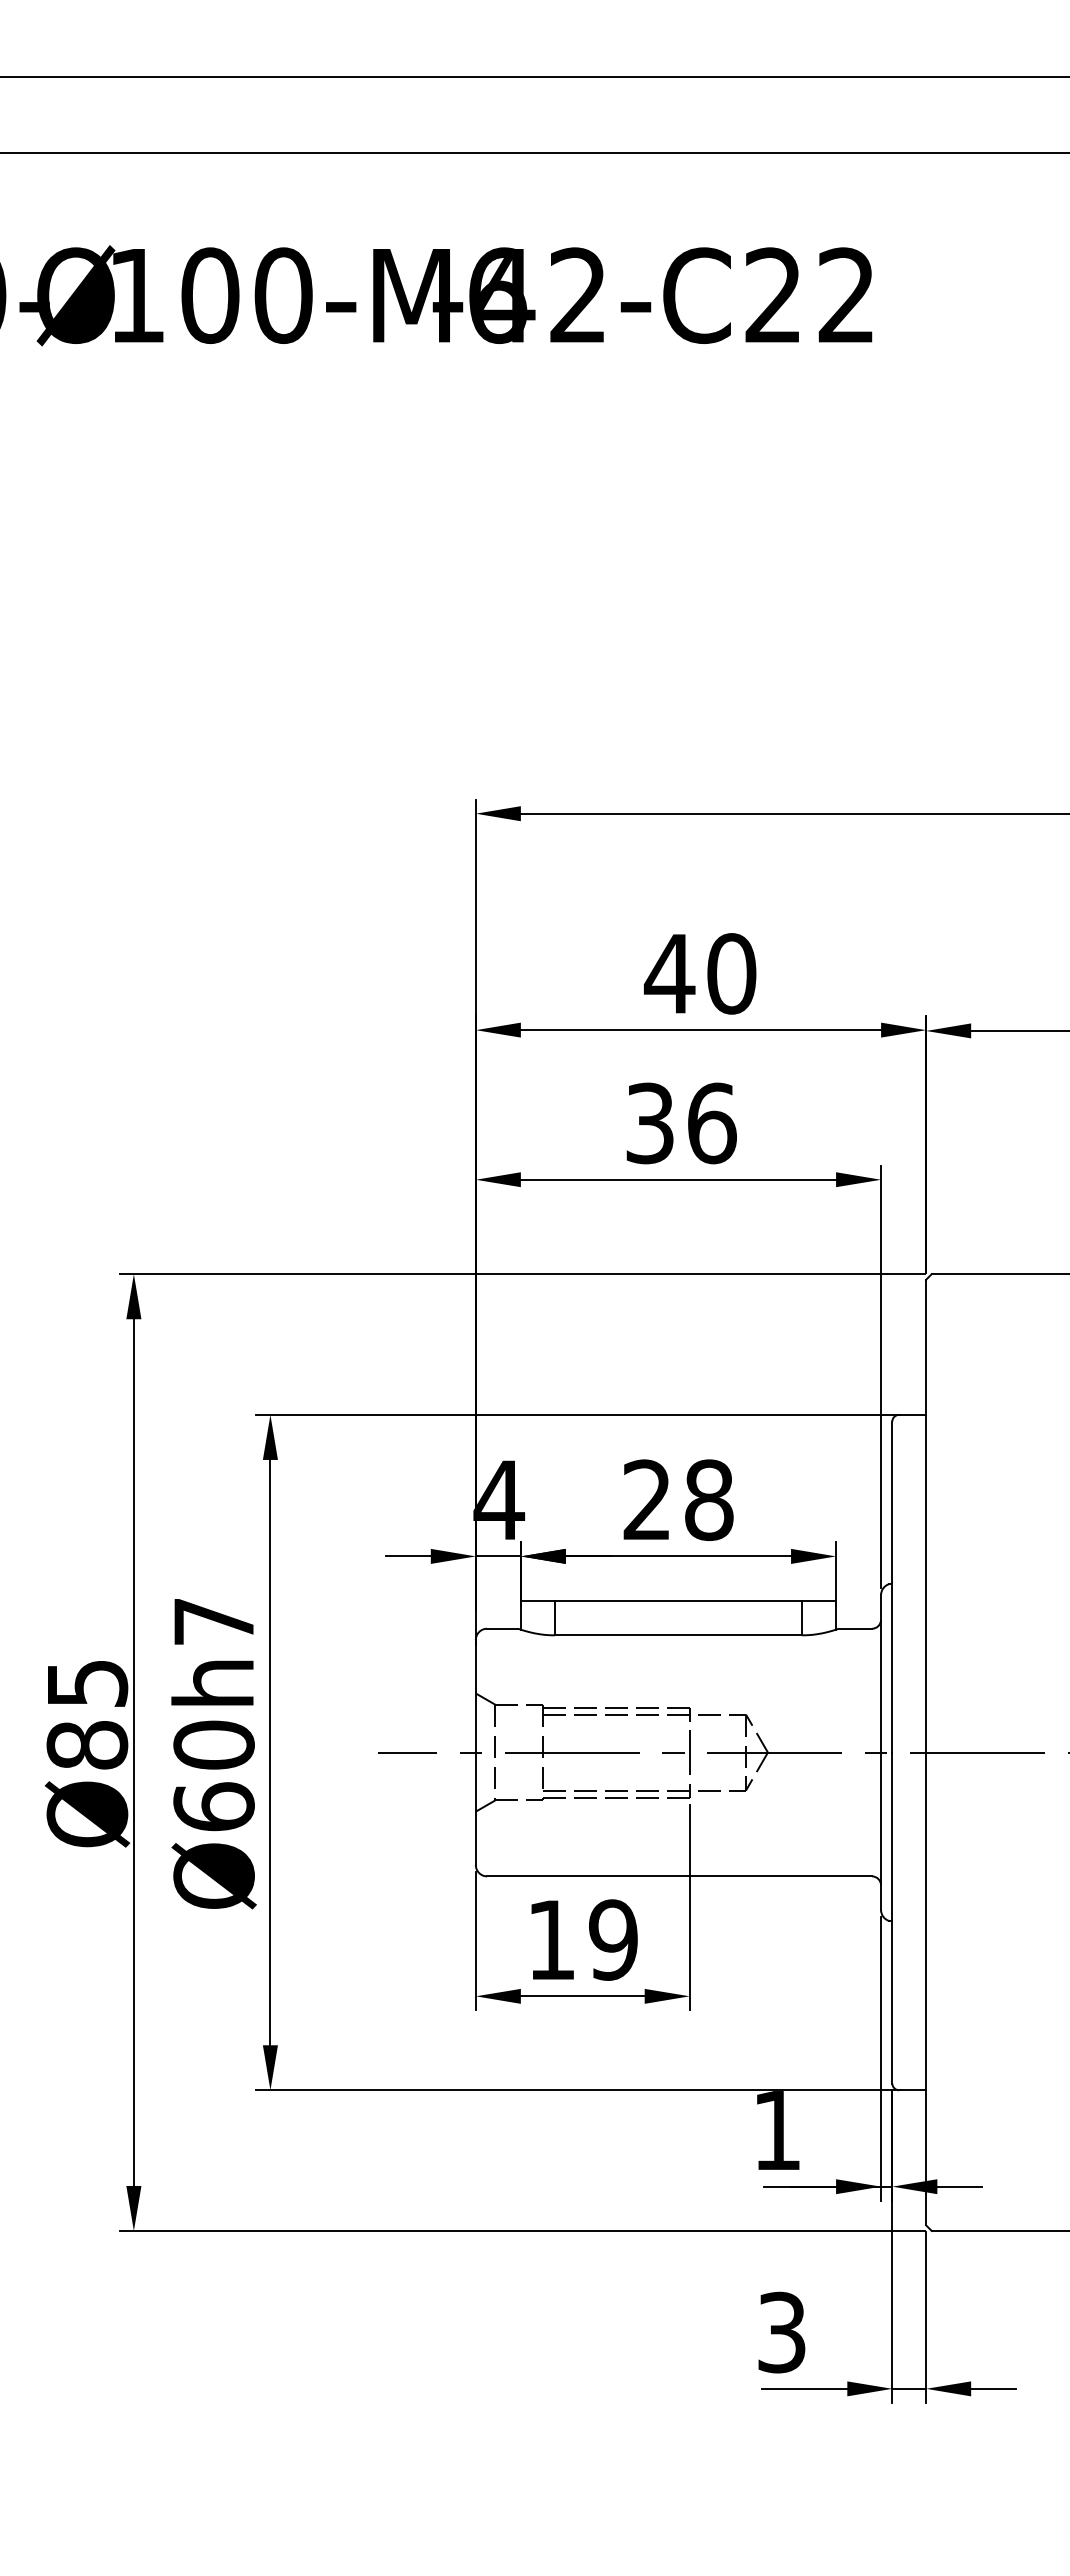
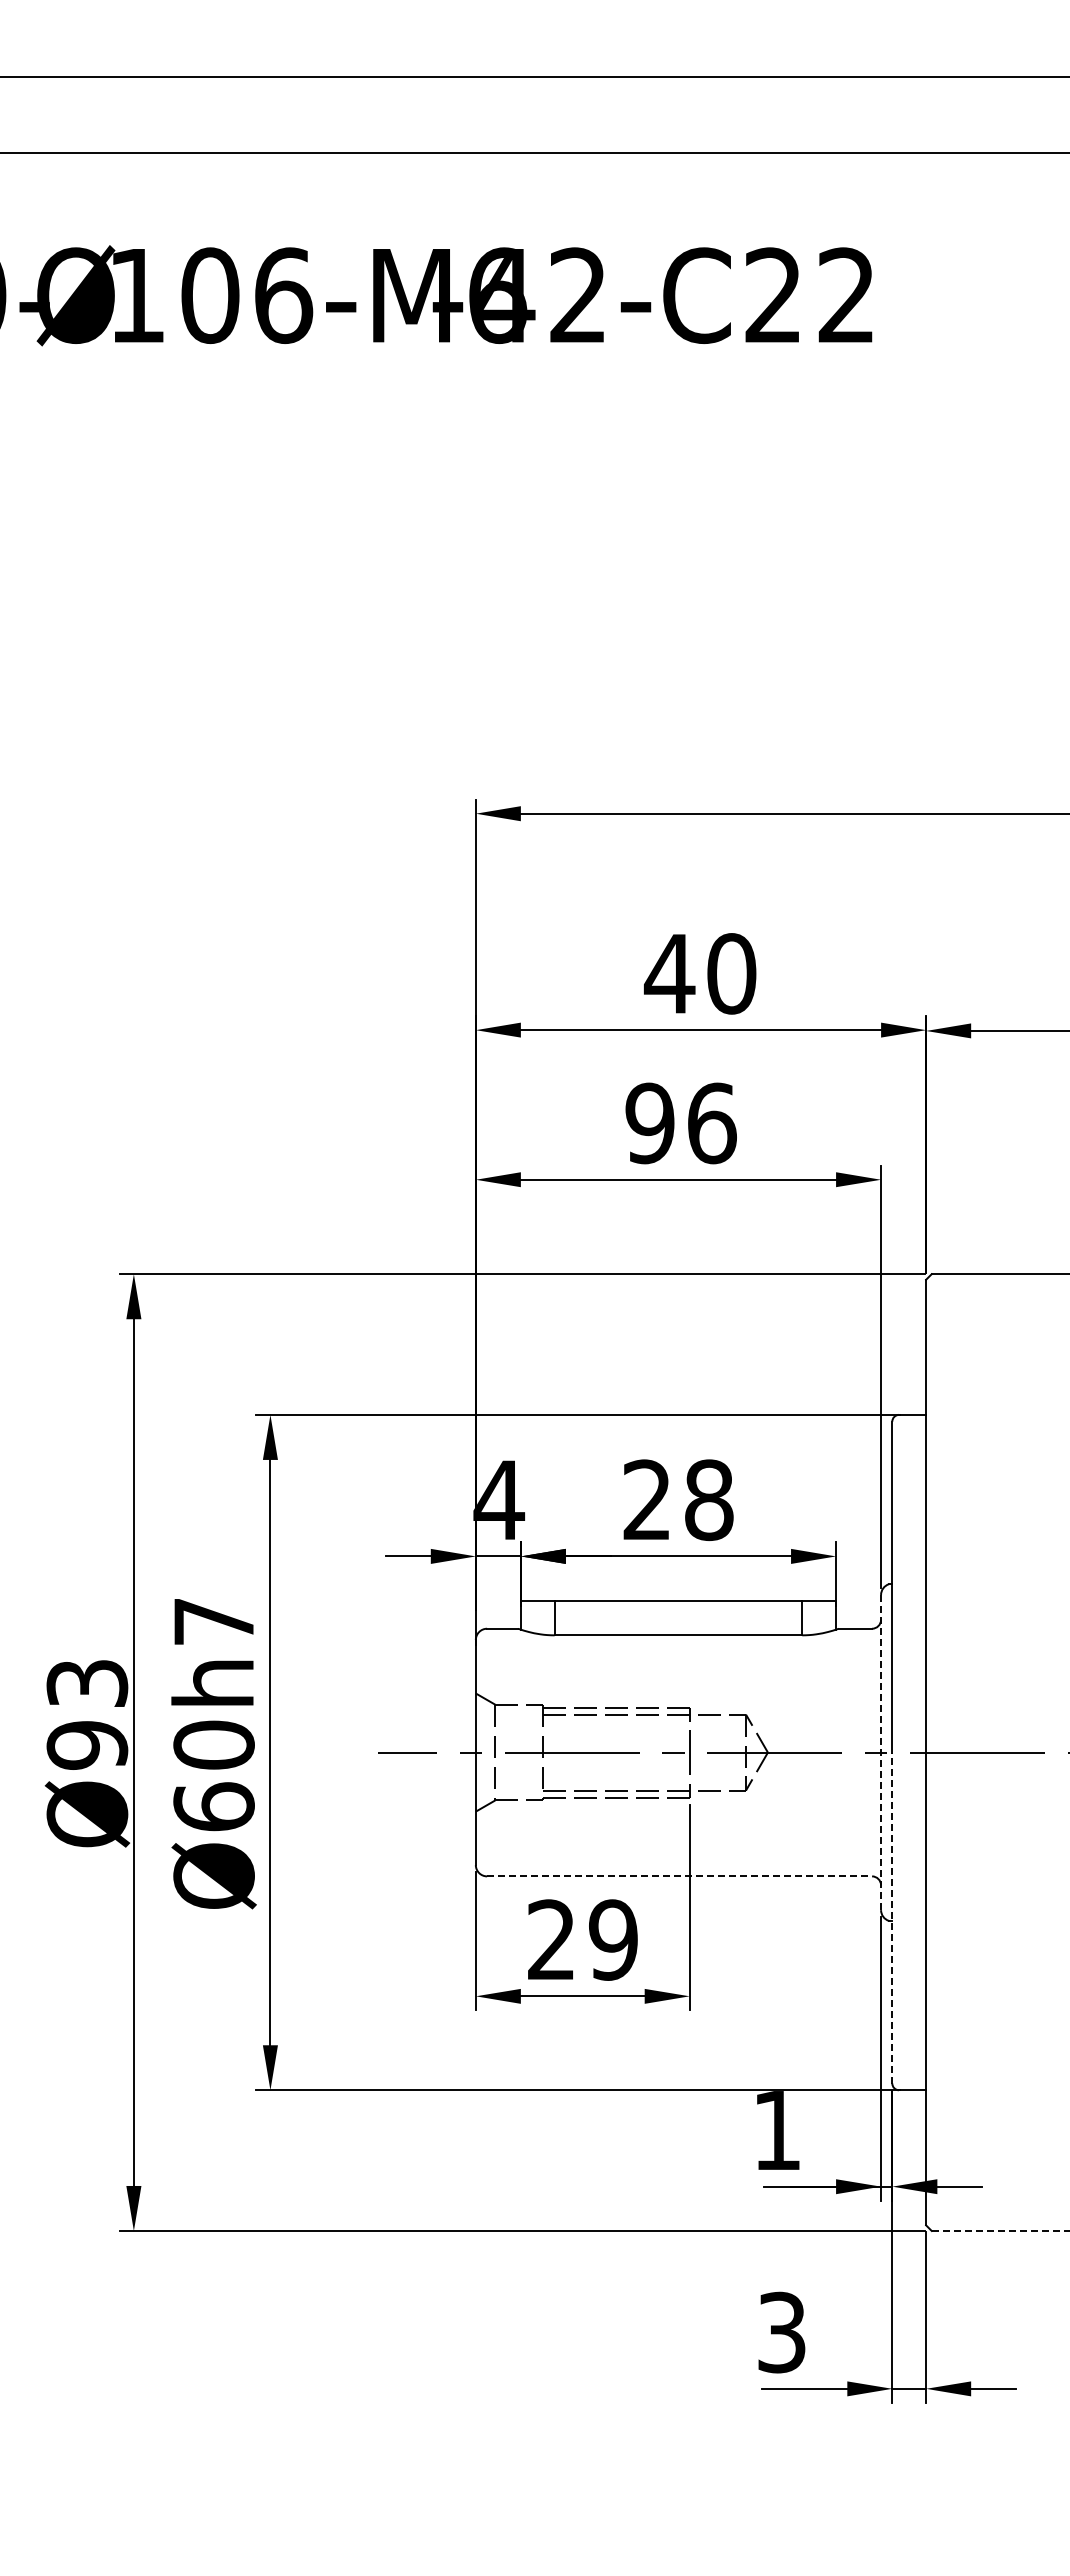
text at (283, 295): 100-M6 -> 106-M6
text at (649, 1123): 36 -> 96
text at (87, 1714): Ø85 -> Ø93
line at (881, 1752): solid -> dashed
line at (680, 1876): solid -> dashed
line at (892, 1917): solid -> dashed
text at (550, 1939): 19 -> 29
line at (1000, 2230): solid -> dashed
